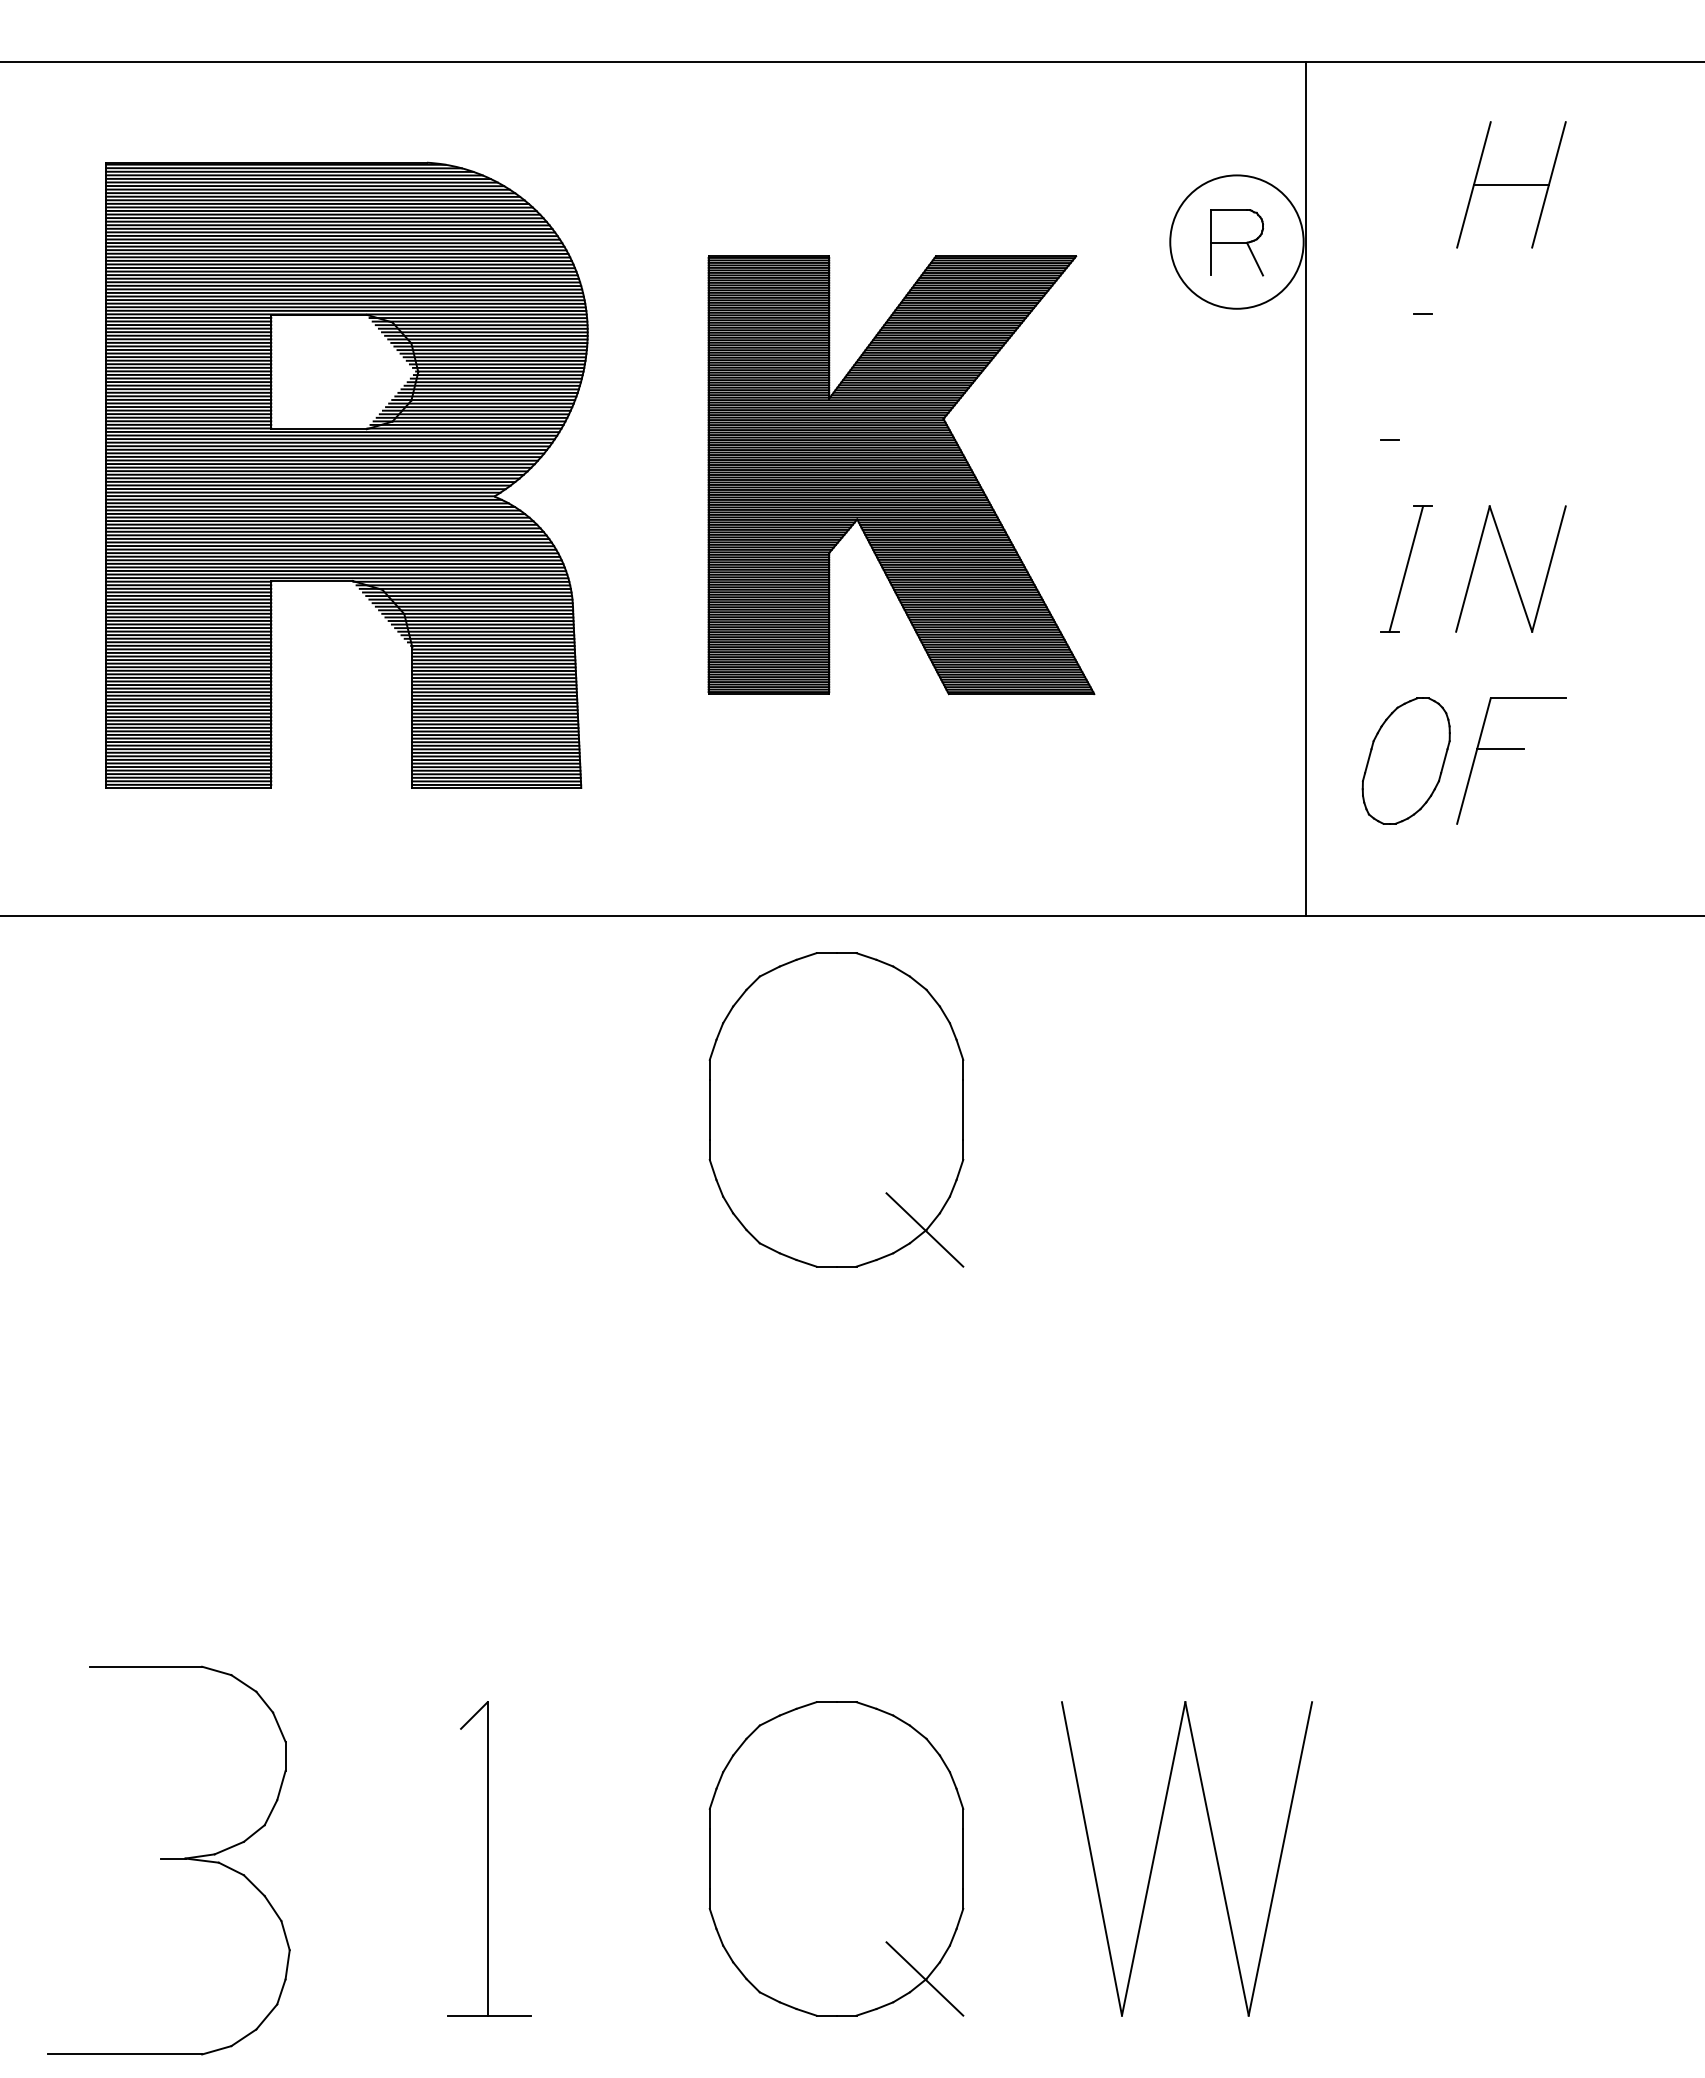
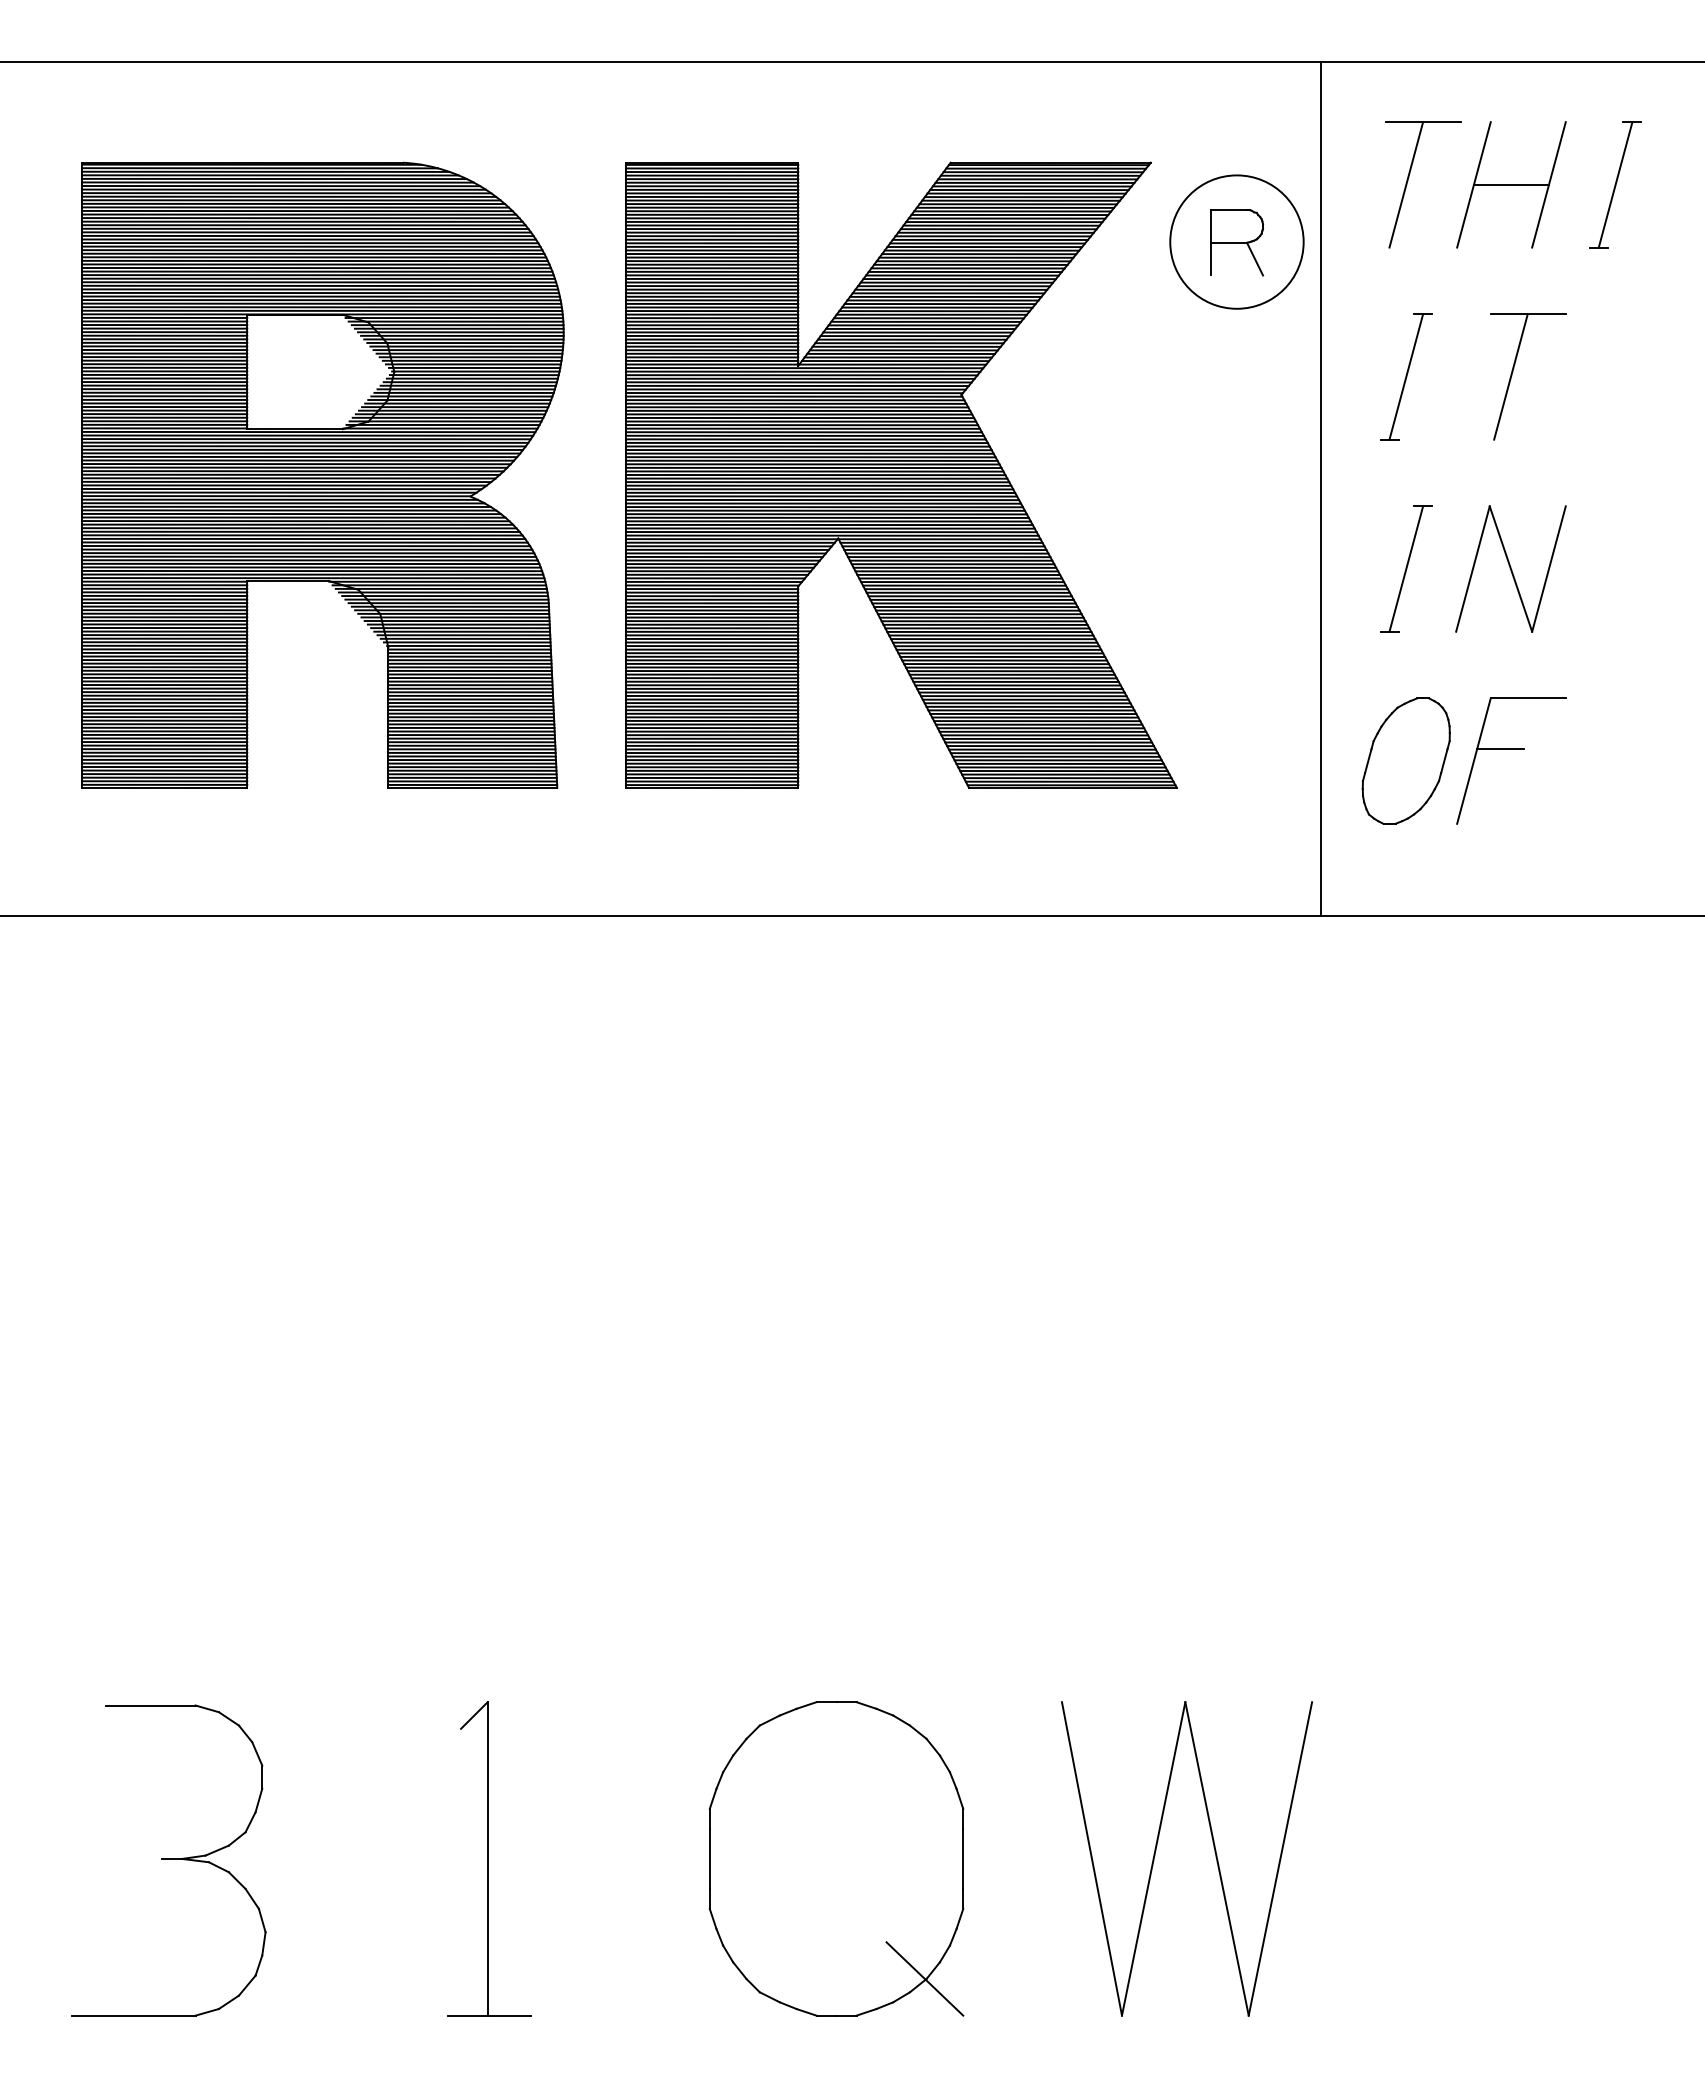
part at (1408, 181): none -> present
part at (1615, 184): none -> present
part at (1513, 372): none -> present
line at (1406, 376): none -> present
part at (346, 474) position: (346, 474) -> (322, 474)
part at (901, 475) size: 389x441 px -> 553x628 px
line at (1305, 489) position: (1305, 489) -> (1320, 489)
part at (836, 1109): present -> none
part at (168, 1860) size: 244x391 px -> 196x313 px
